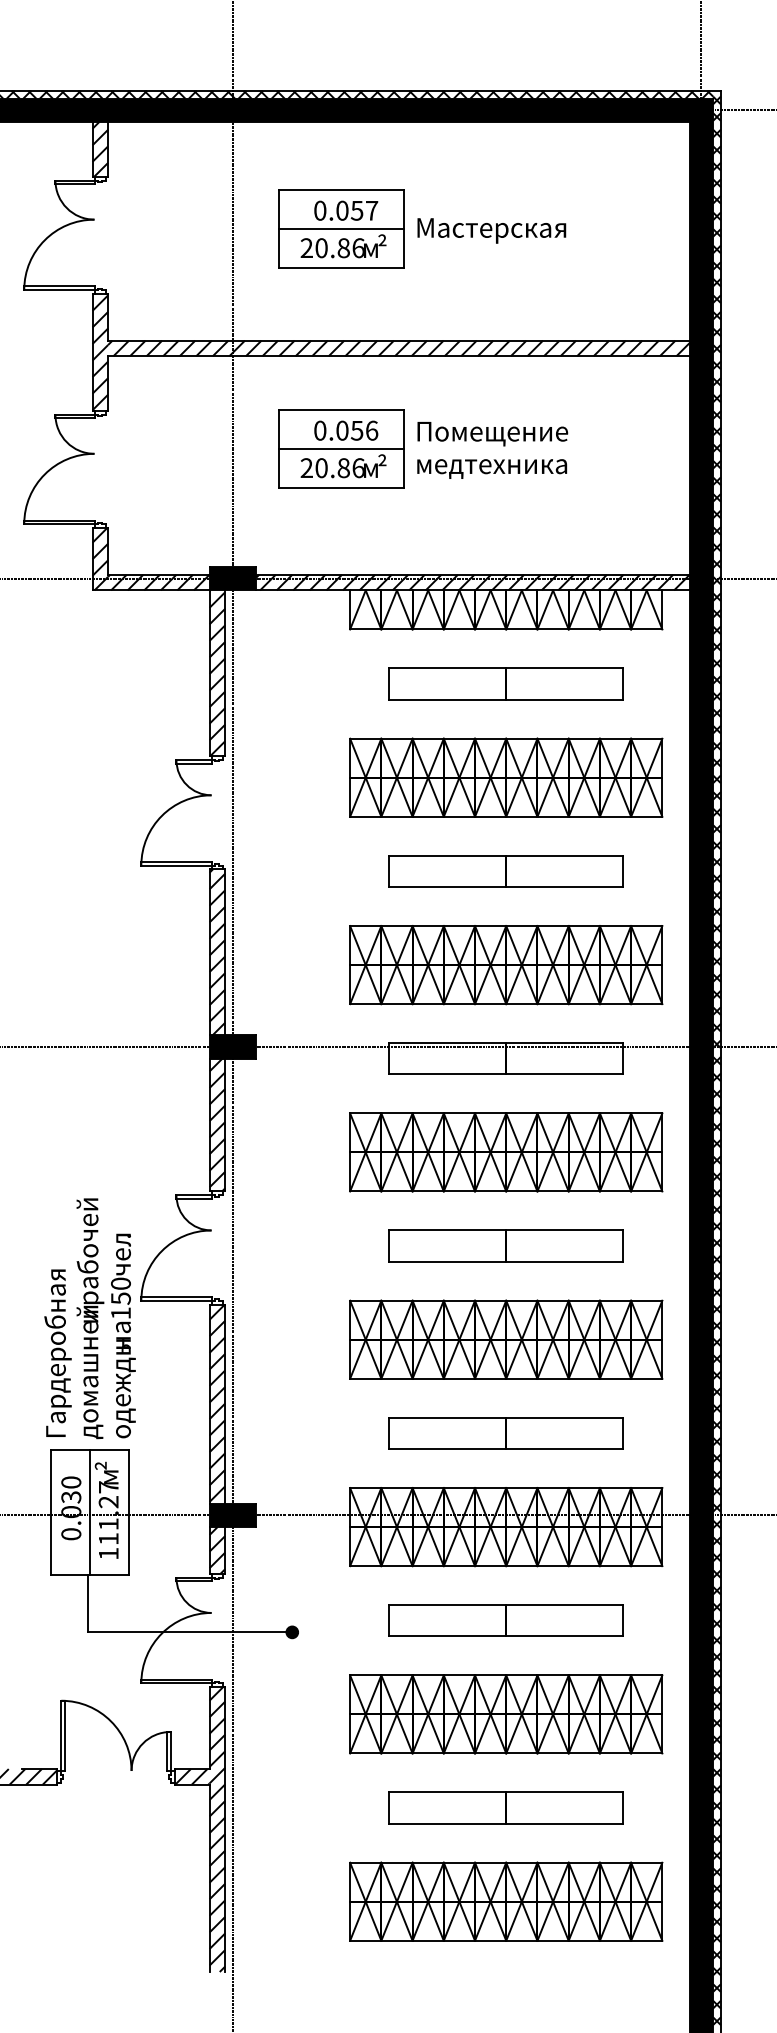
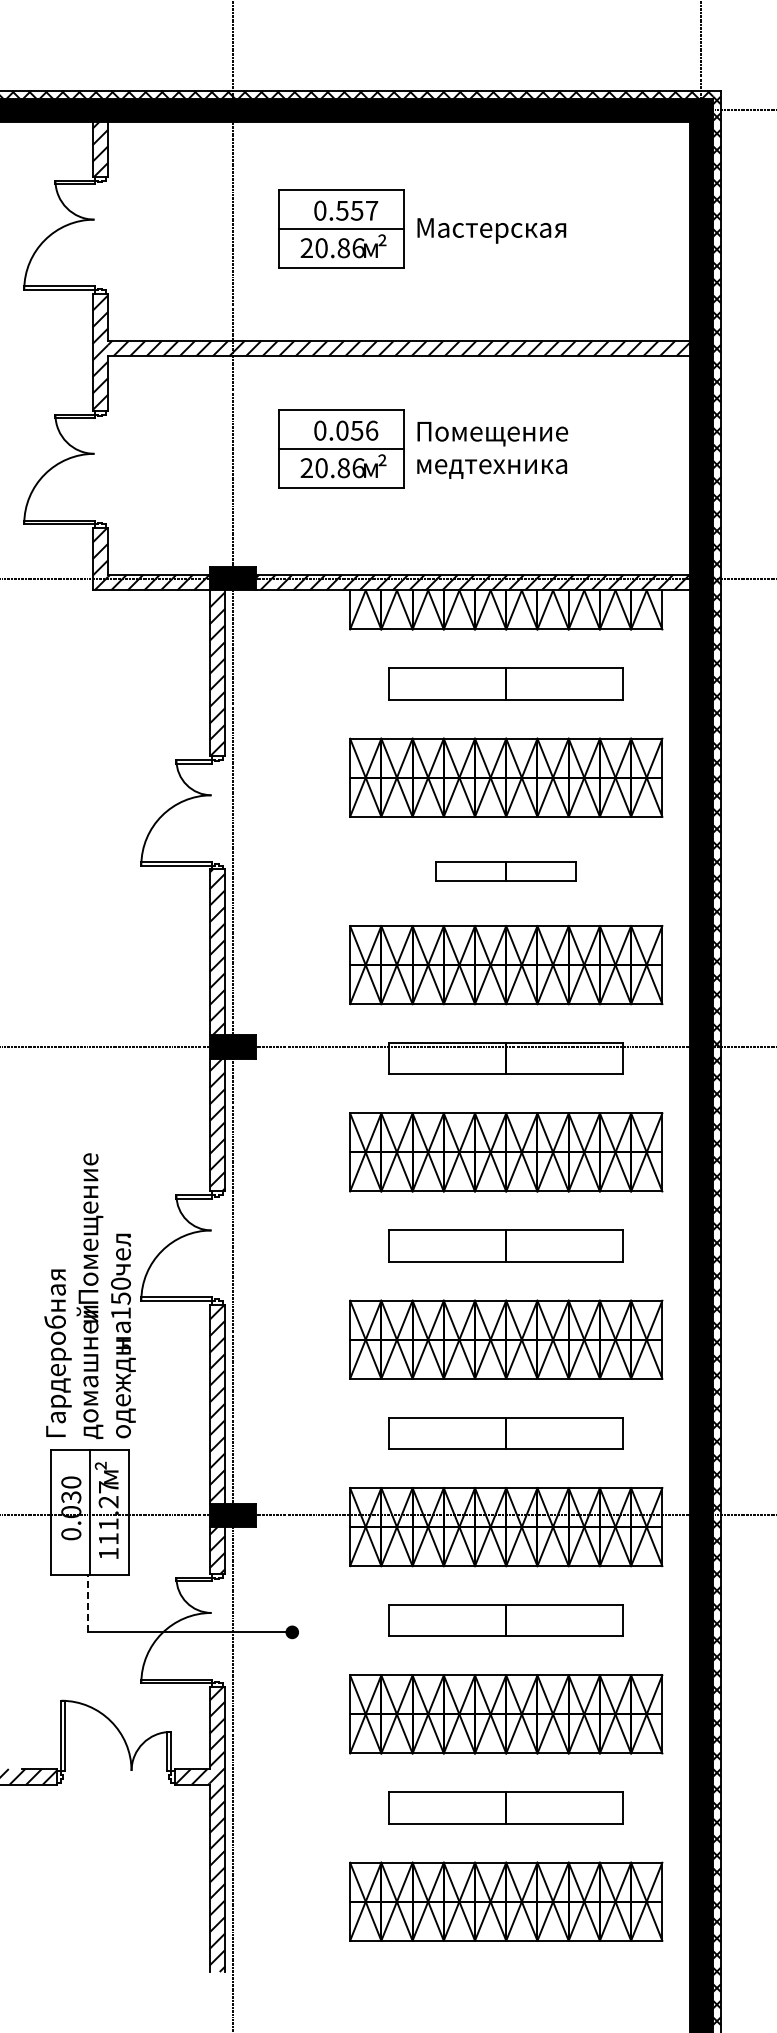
text at (342, 210): 0.057 -> 0.557
part at (505, 871) size: 236x33 px -> 142x21 px
text at (90, 1228): рабочей -> Помещение
line at (88, 1603): solid -> dashed
